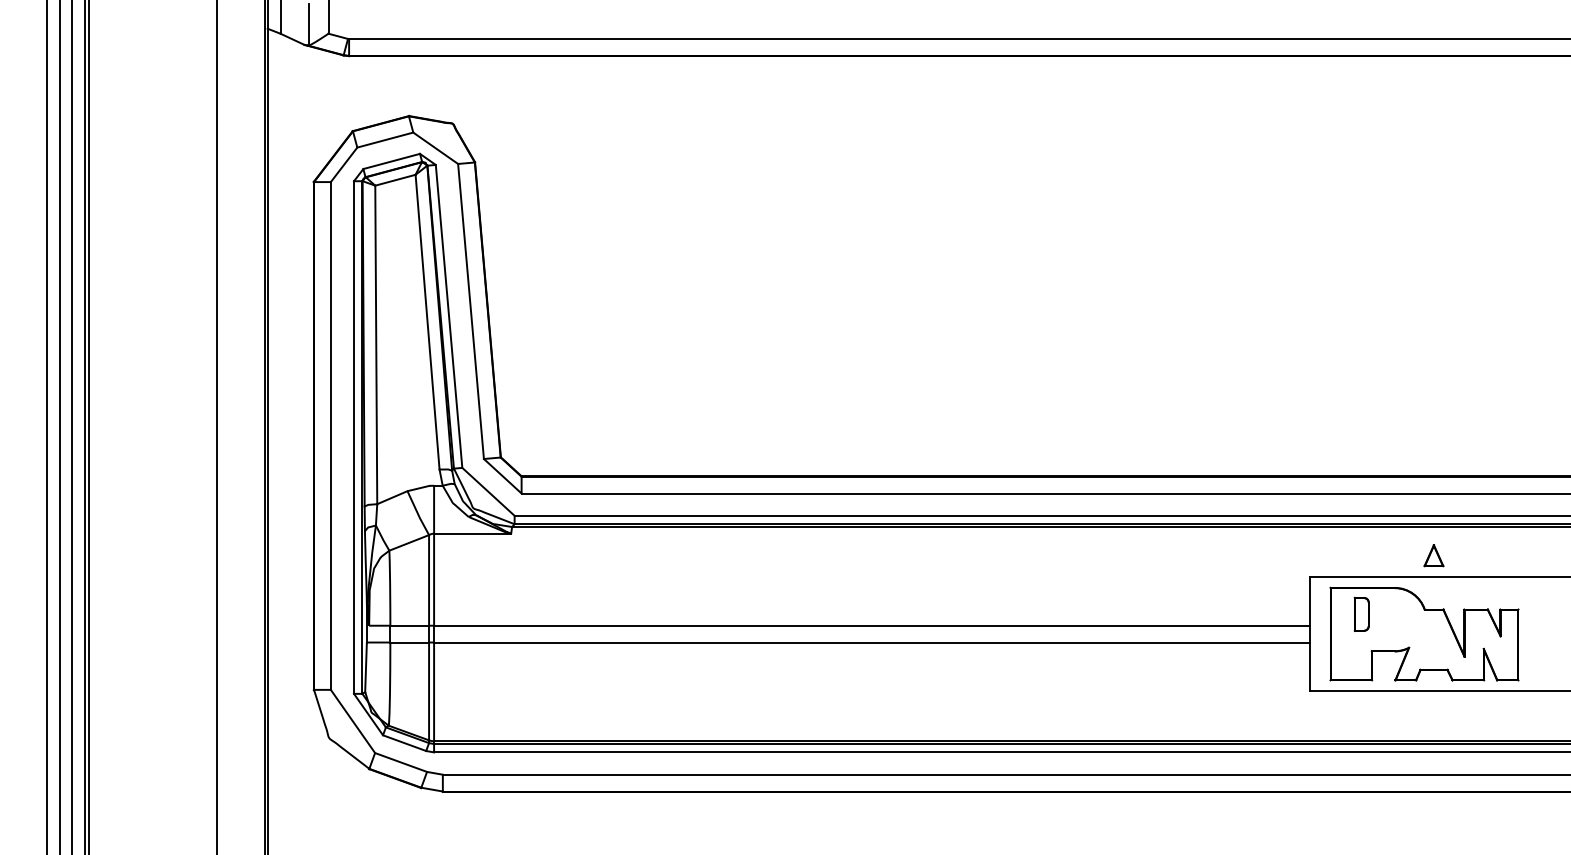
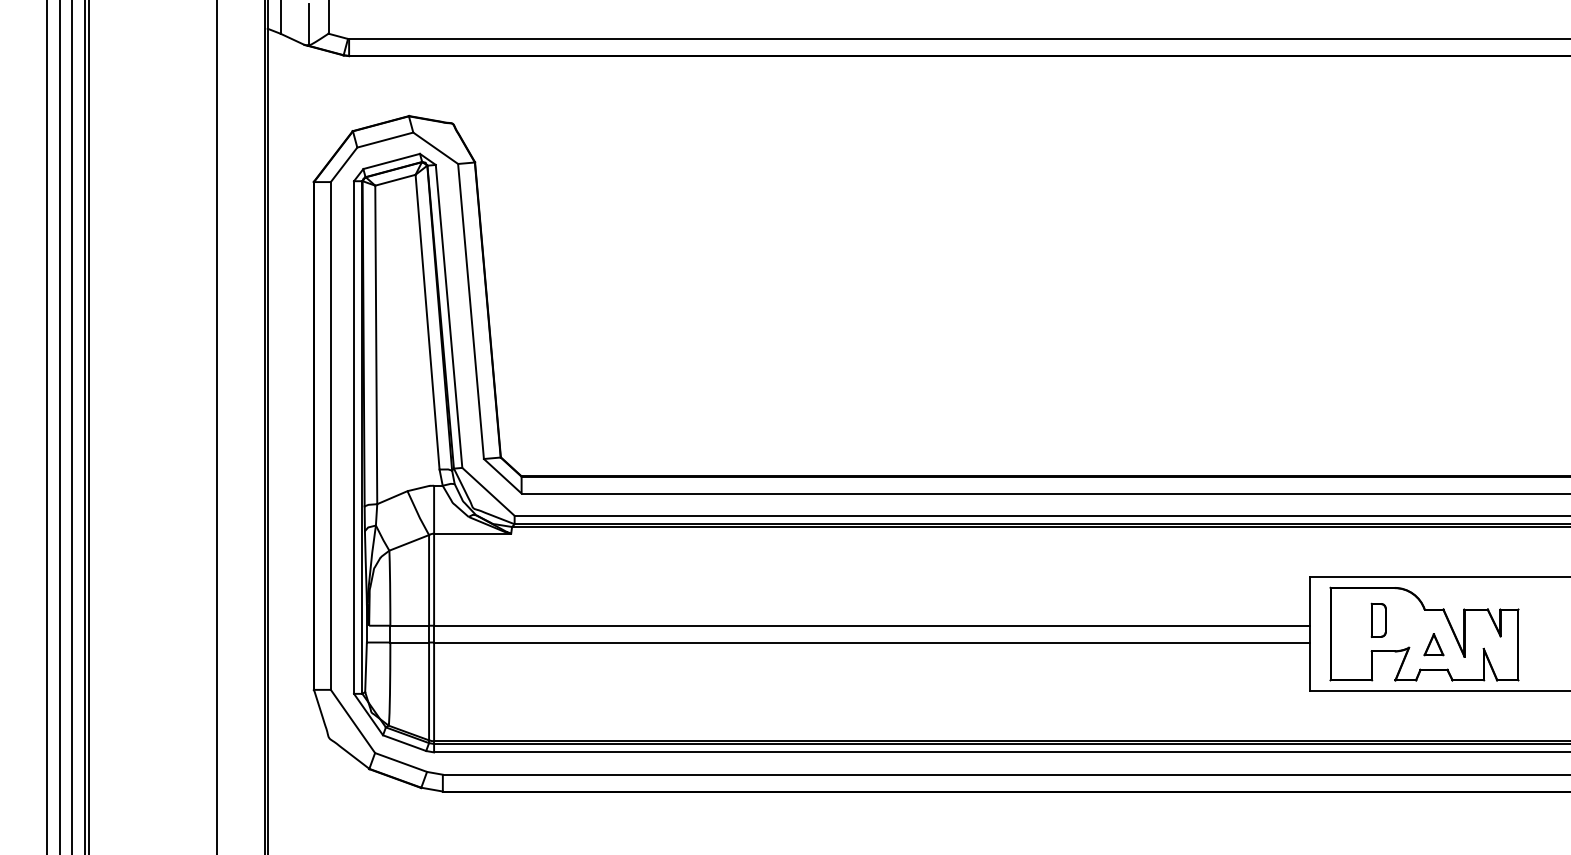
part at (1433, 555) position: (1433, 555) -> (1433, 644)
part at (1361, 613) position: (1361, 613) -> (1378, 619)
